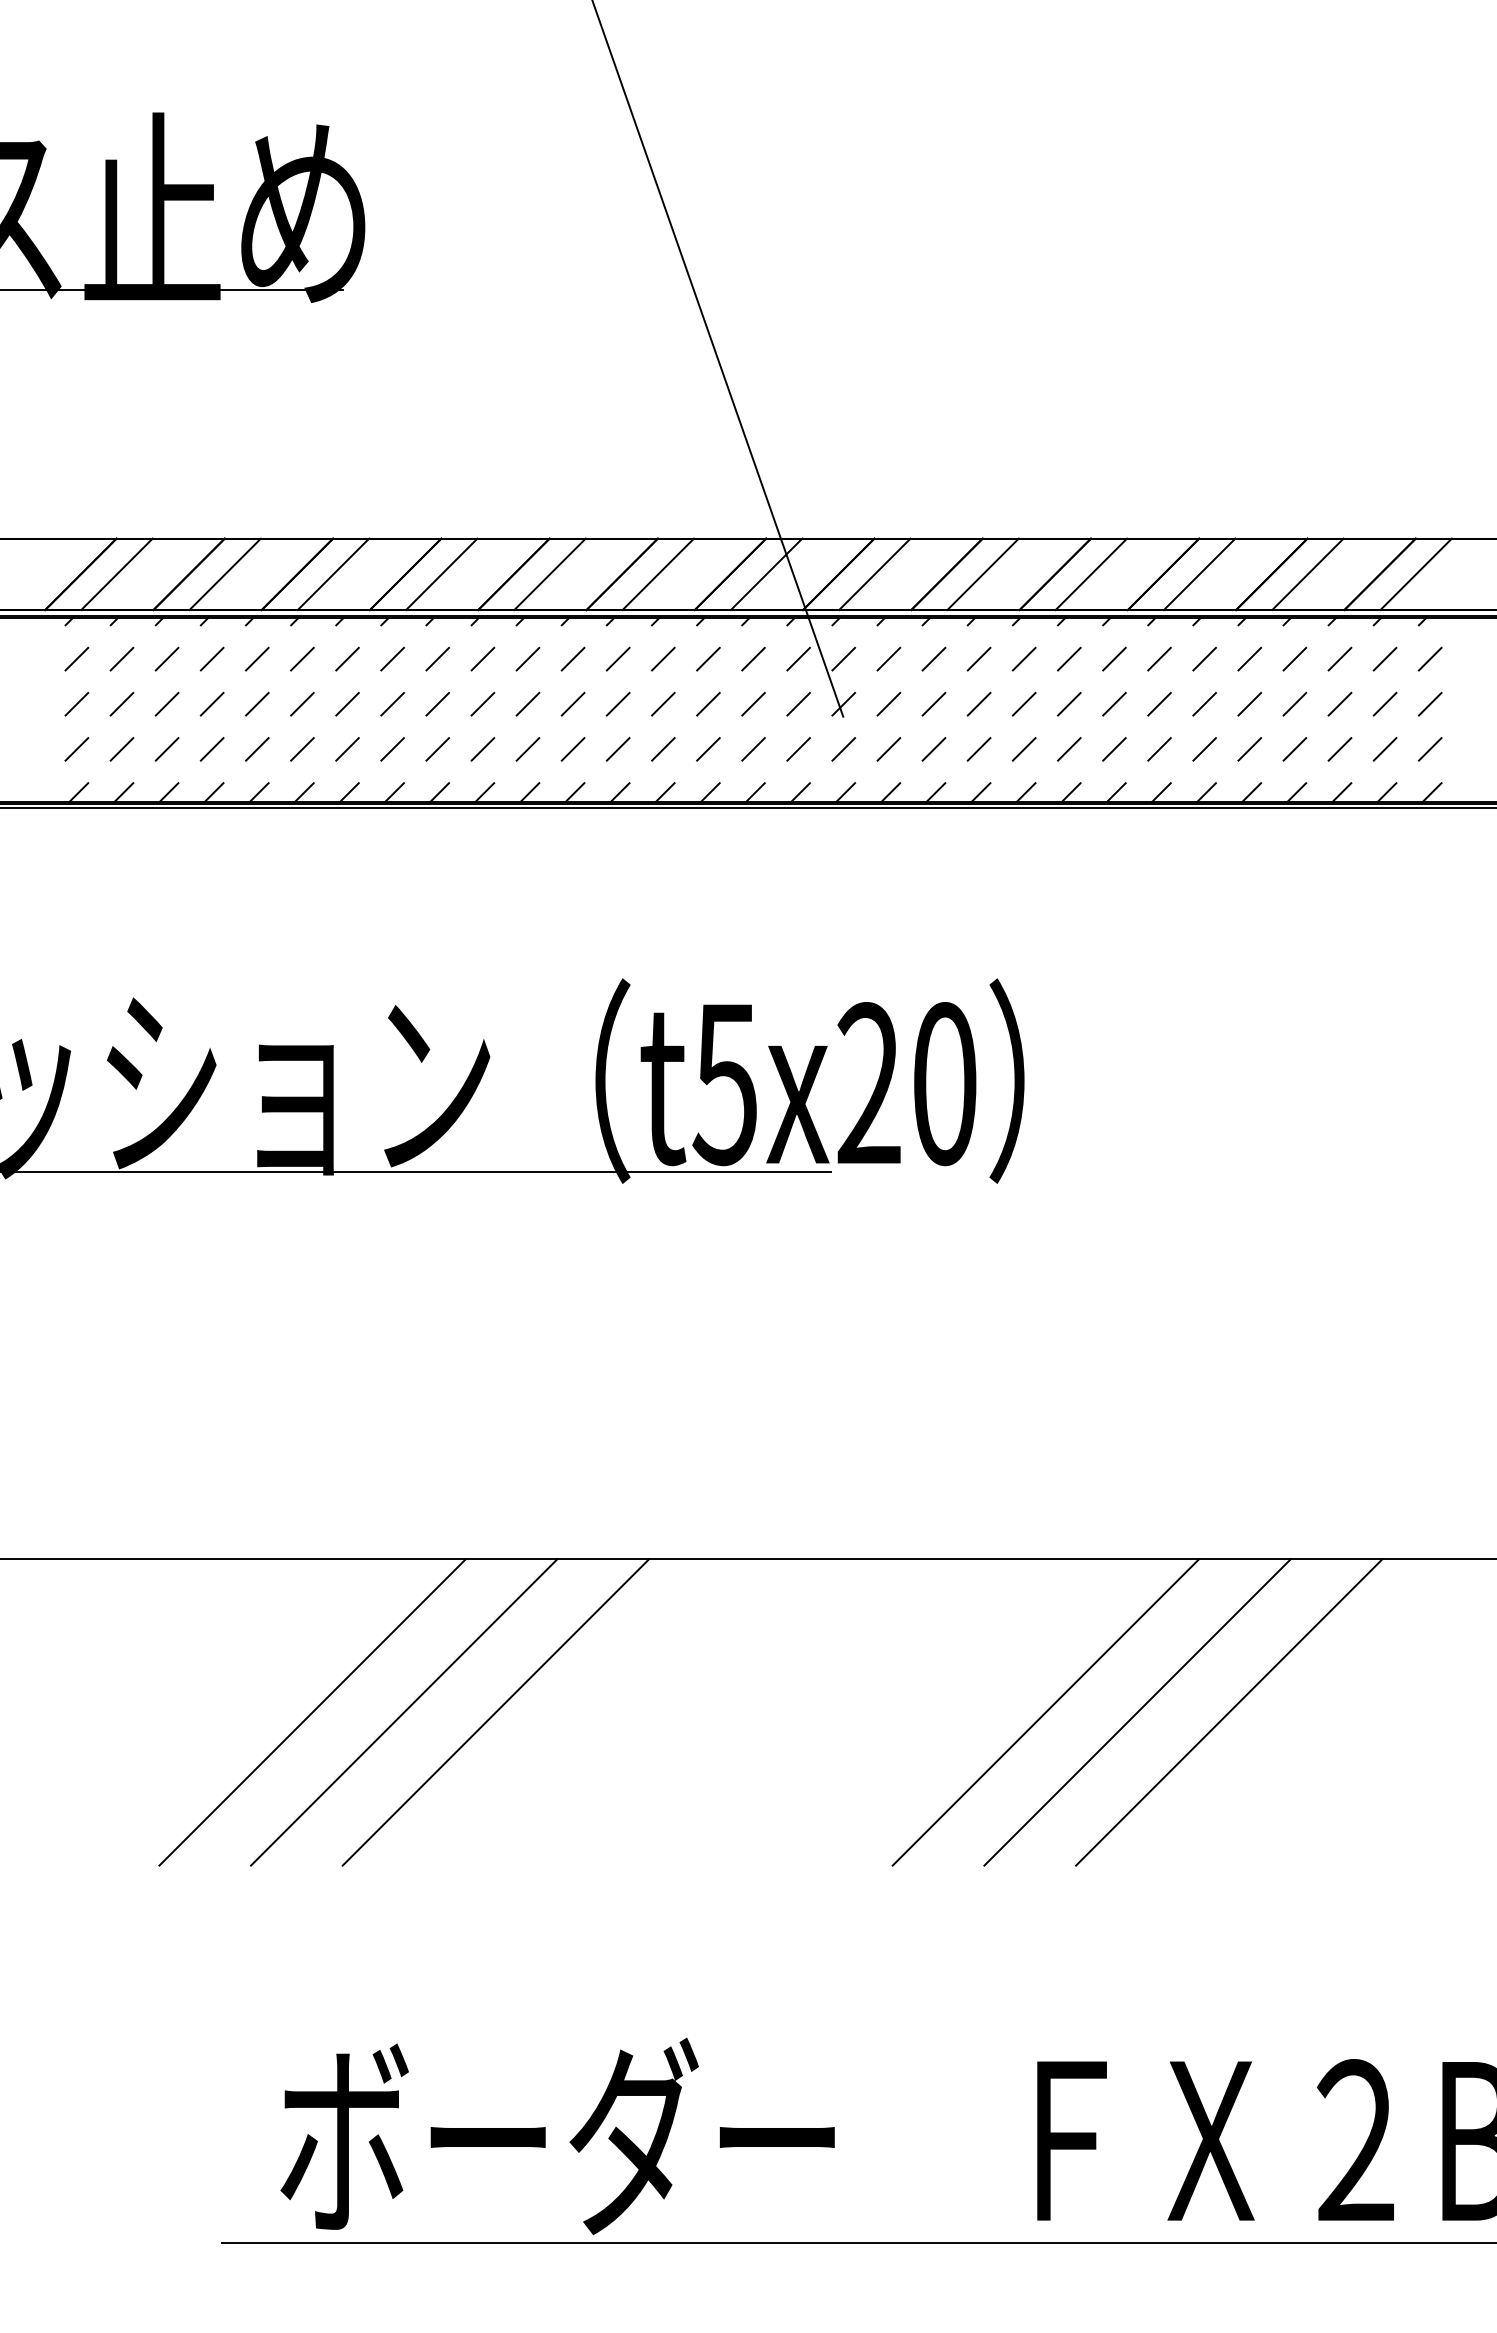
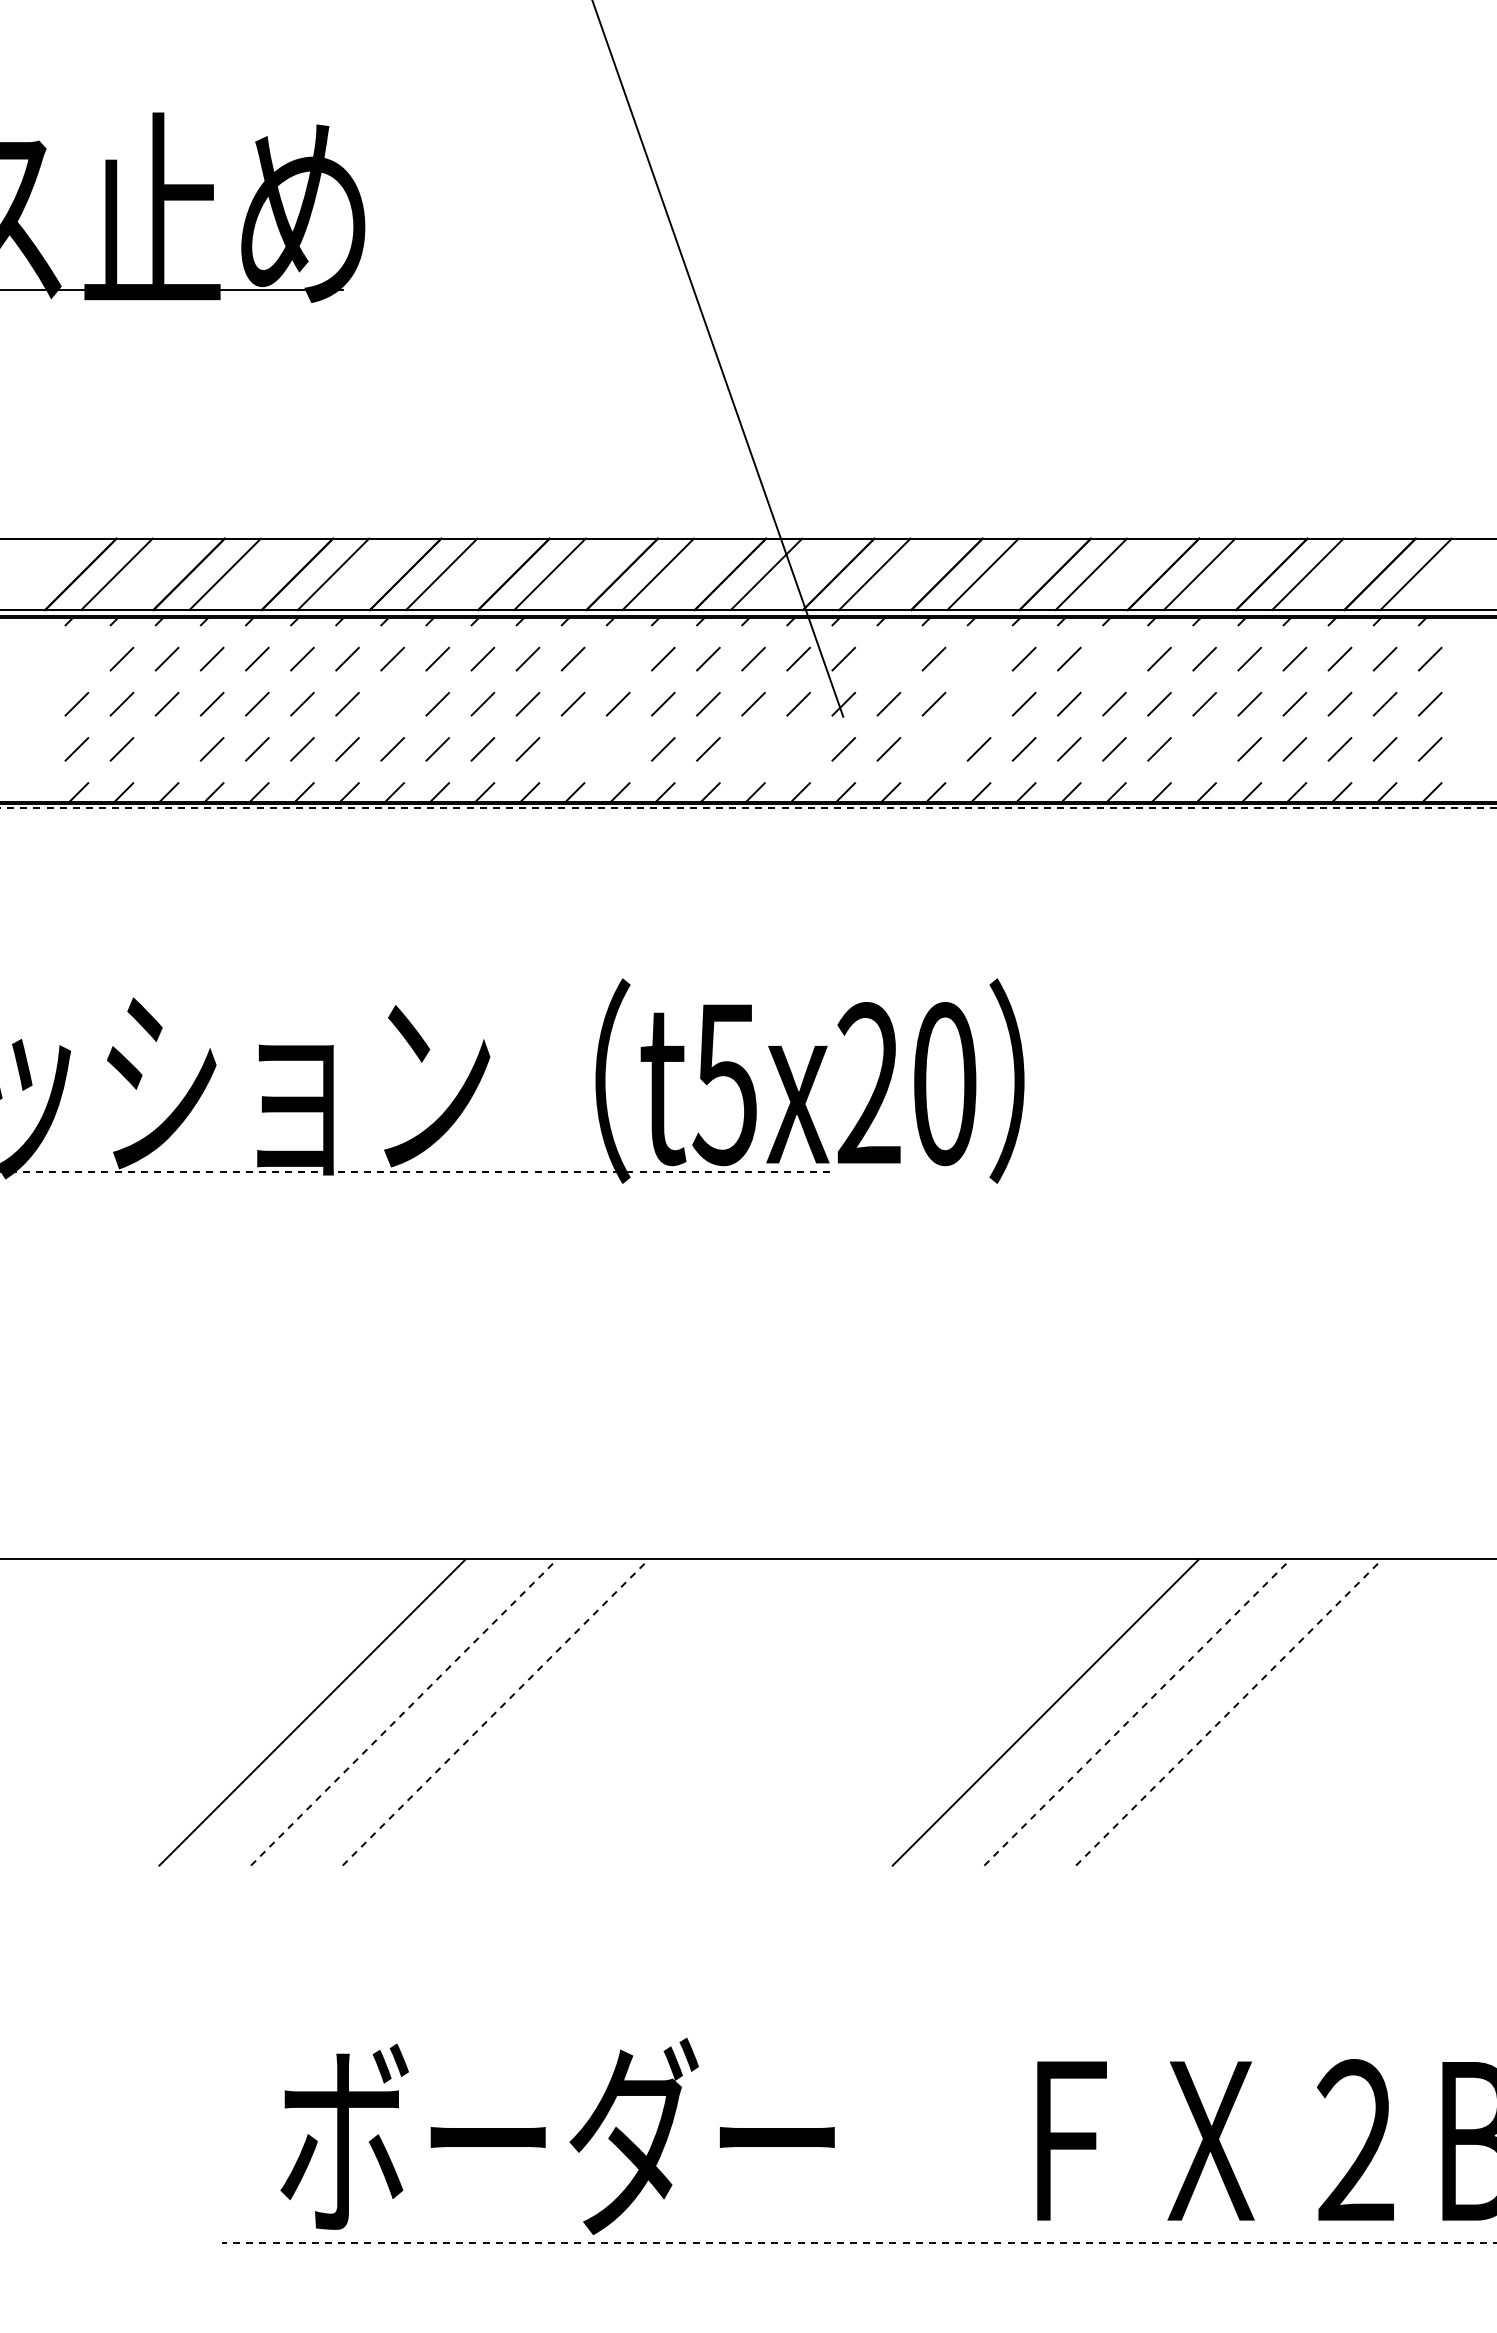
line at (76, 658): present -> none
line at (617, 658): present -> none
line at (888, 658): present -> none
line at (978, 658): present -> none
line at (1114, 658): present -> none
line at (392, 703): present -> none
line at (978, 703): present -> none
line at (166, 749): present -> none
line at (572, 749): present -> none
line at (617, 749): present -> none
line at (753, 749): present -> none
line at (798, 749): present -> none
line at (933, 749): present -> none
line at (1204, 749): present -> none
line at (748, 808): solid -> dashed
line at (416, 1171): solid -> dashed
line at (404, 1712): solid -> dashed
line at (495, 1712): solid -> dashed
line at (1137, 1712): solid -> dashed
line at (1229, 1712): solid -> dashed
line at (858, 2242): solid -> dashed
